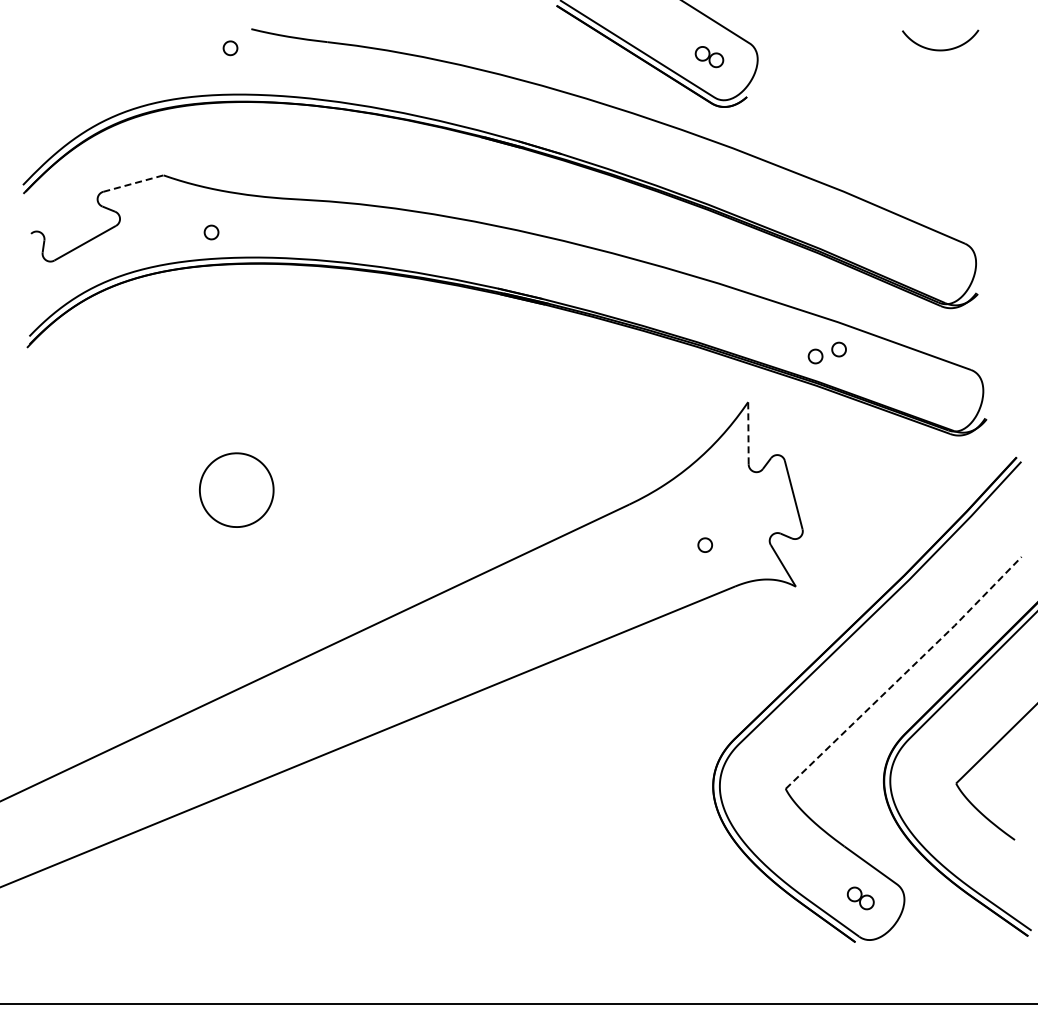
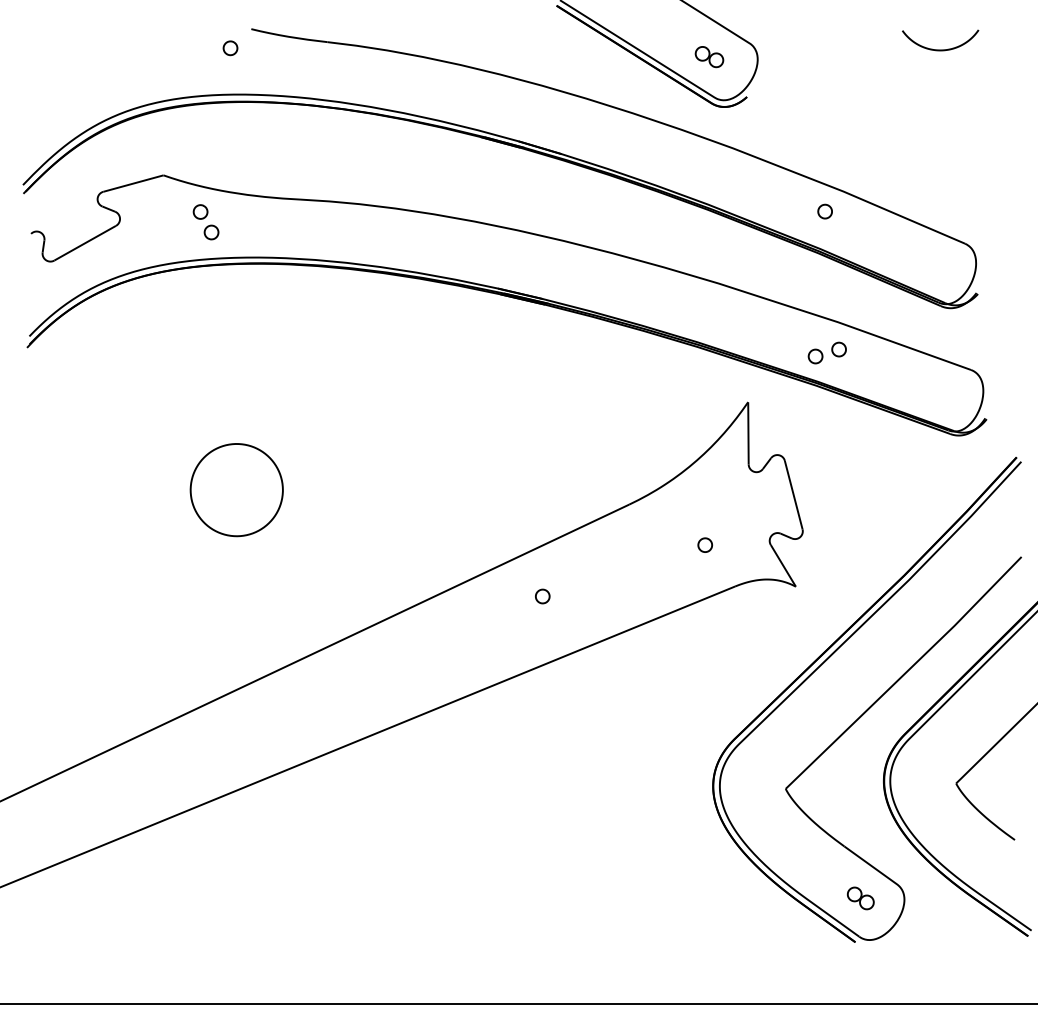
line at (133, 183): dashed -> solid
part at (200, 211): none -> present
part at (824, 211): none -> present
line at (748, 433): dashed -> solid
part at (236, 489) size: 76x76 px -> 95x95 px
part at (542, 596): none -> present
line at (905, 673): dashed -> solid
